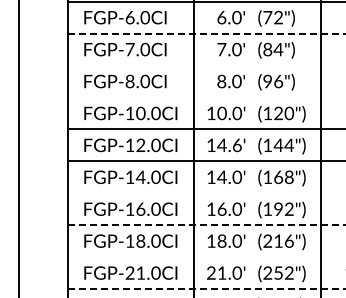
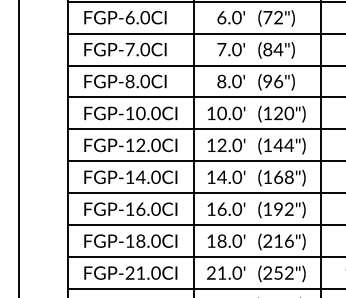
line at (206, 33): dashed -> solid
line at (205, 65): none -> present
line at (205, 97): none -> present
text at (229, 144): 14.6' -> 12.0'
line at (205, 193): none -> present
line at (206, 225): dashed -> solid
line at (205, 257): none -> present
line at (206, 289): dashed -> solid
